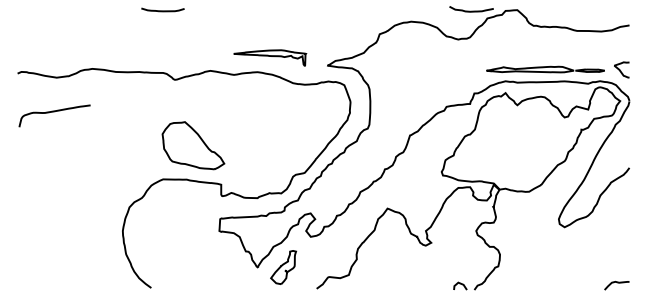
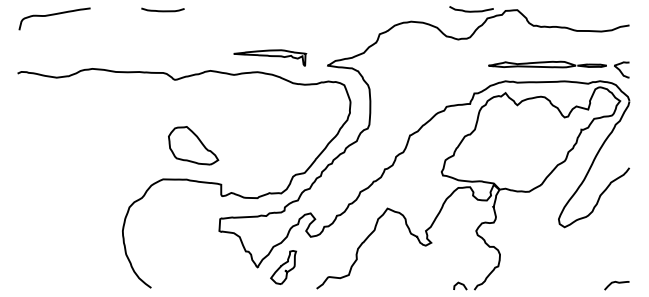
part at (545, 69) position: (545, 69) -> (547, 64)
curve at (54, 112) position: (54, 112) -> (54, 15)
part at (193, 145) size: 65x50 px -> 52x40 px
